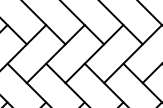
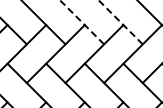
line at (82, 22): solid -> dashed
line at (120, 22): solid -> dashed
